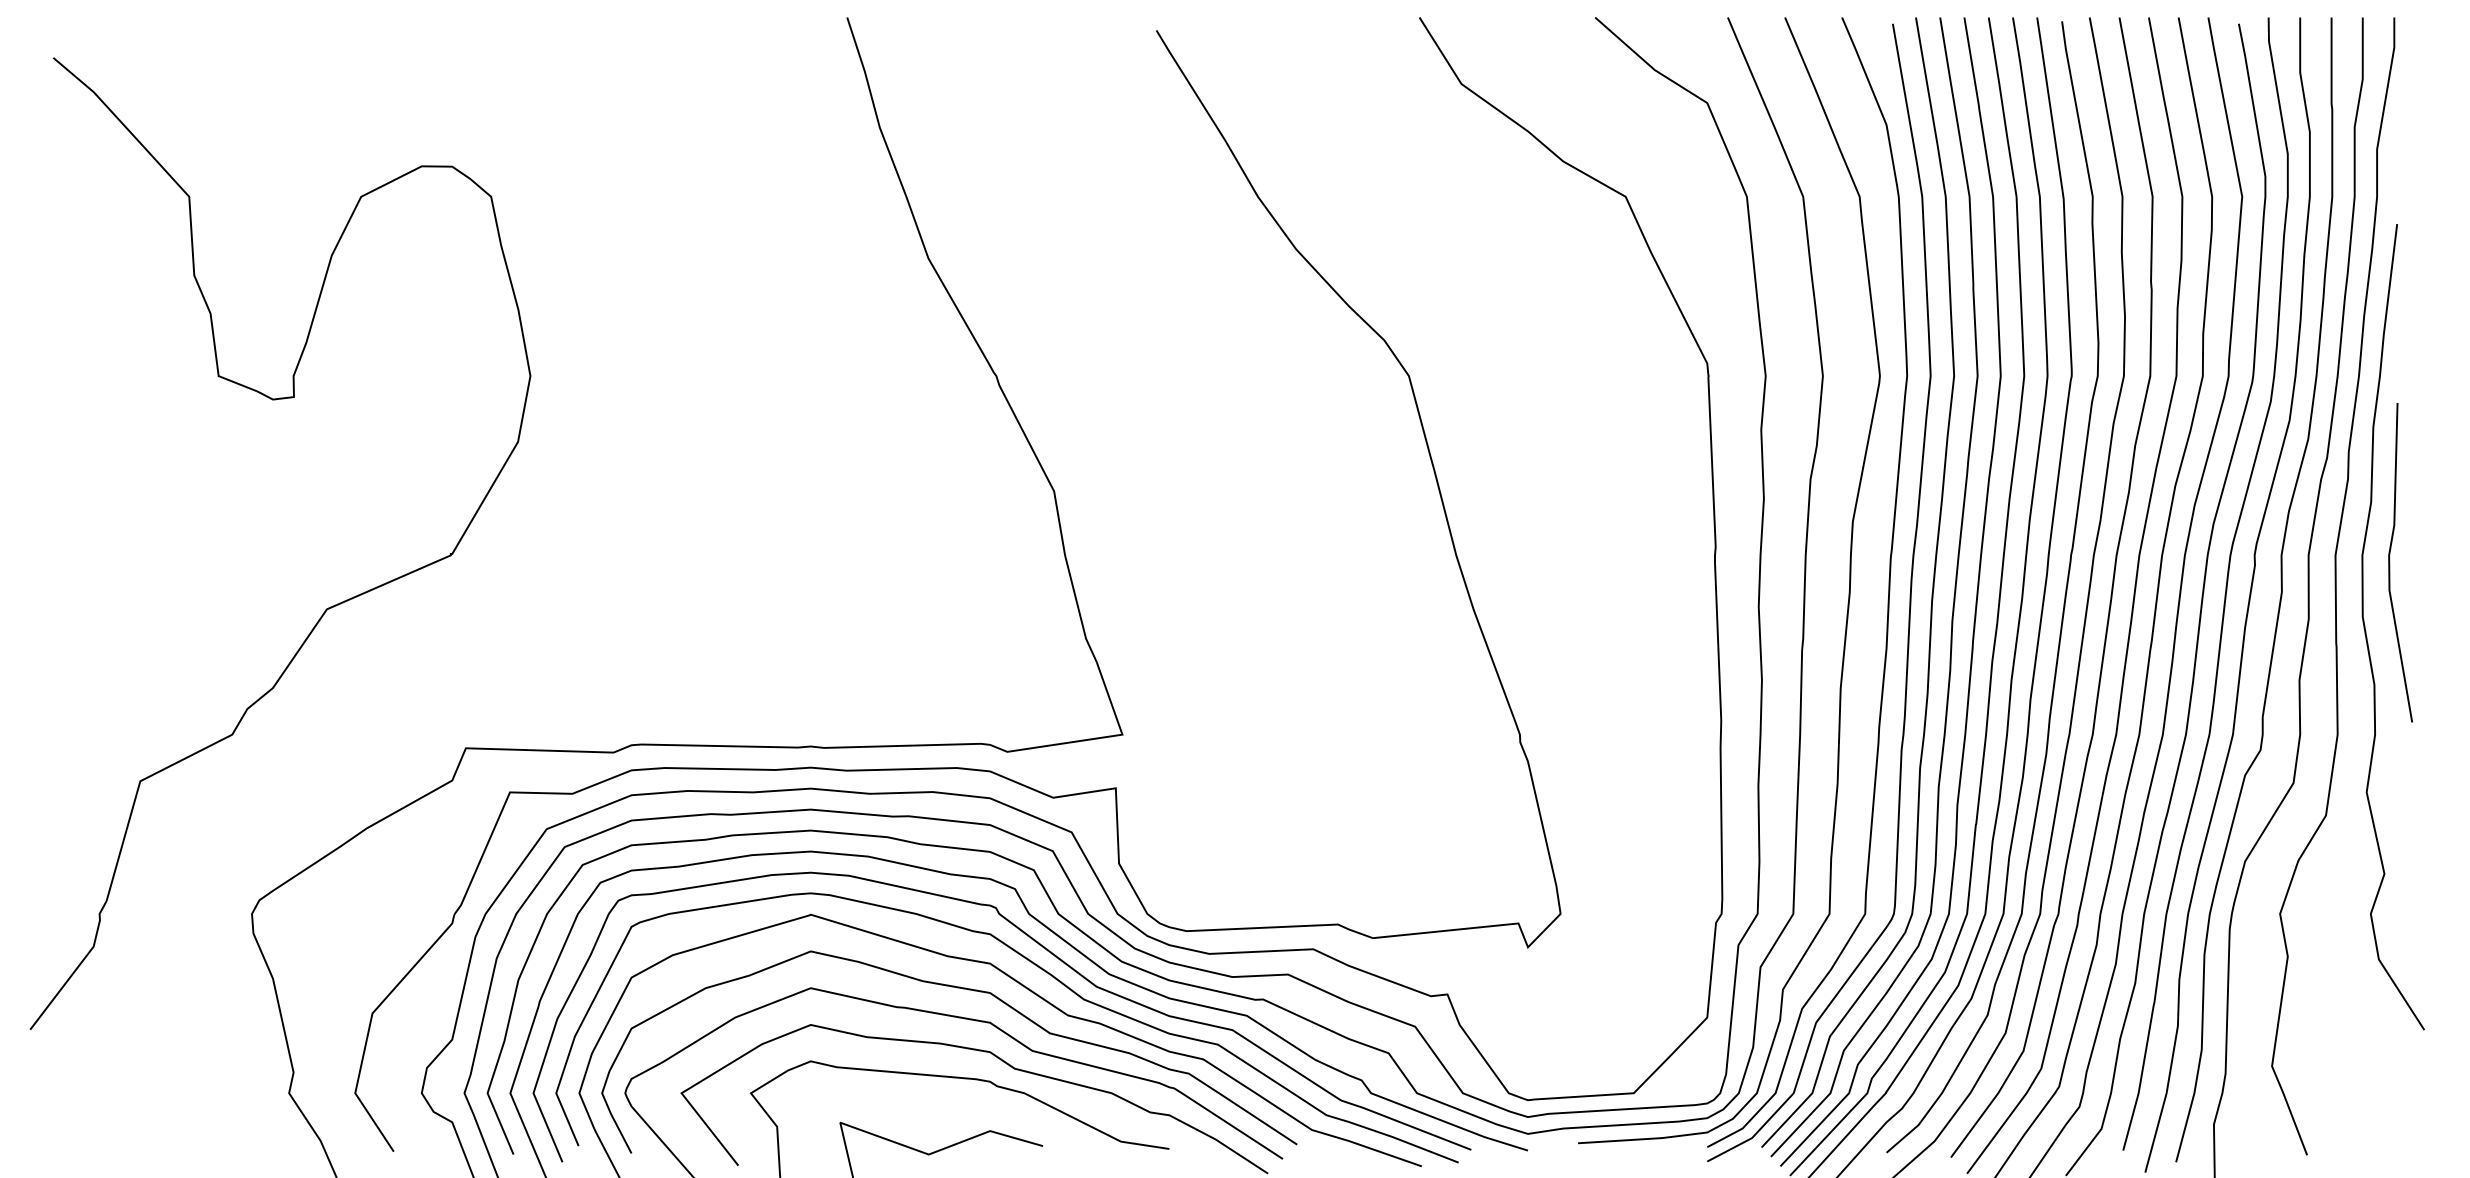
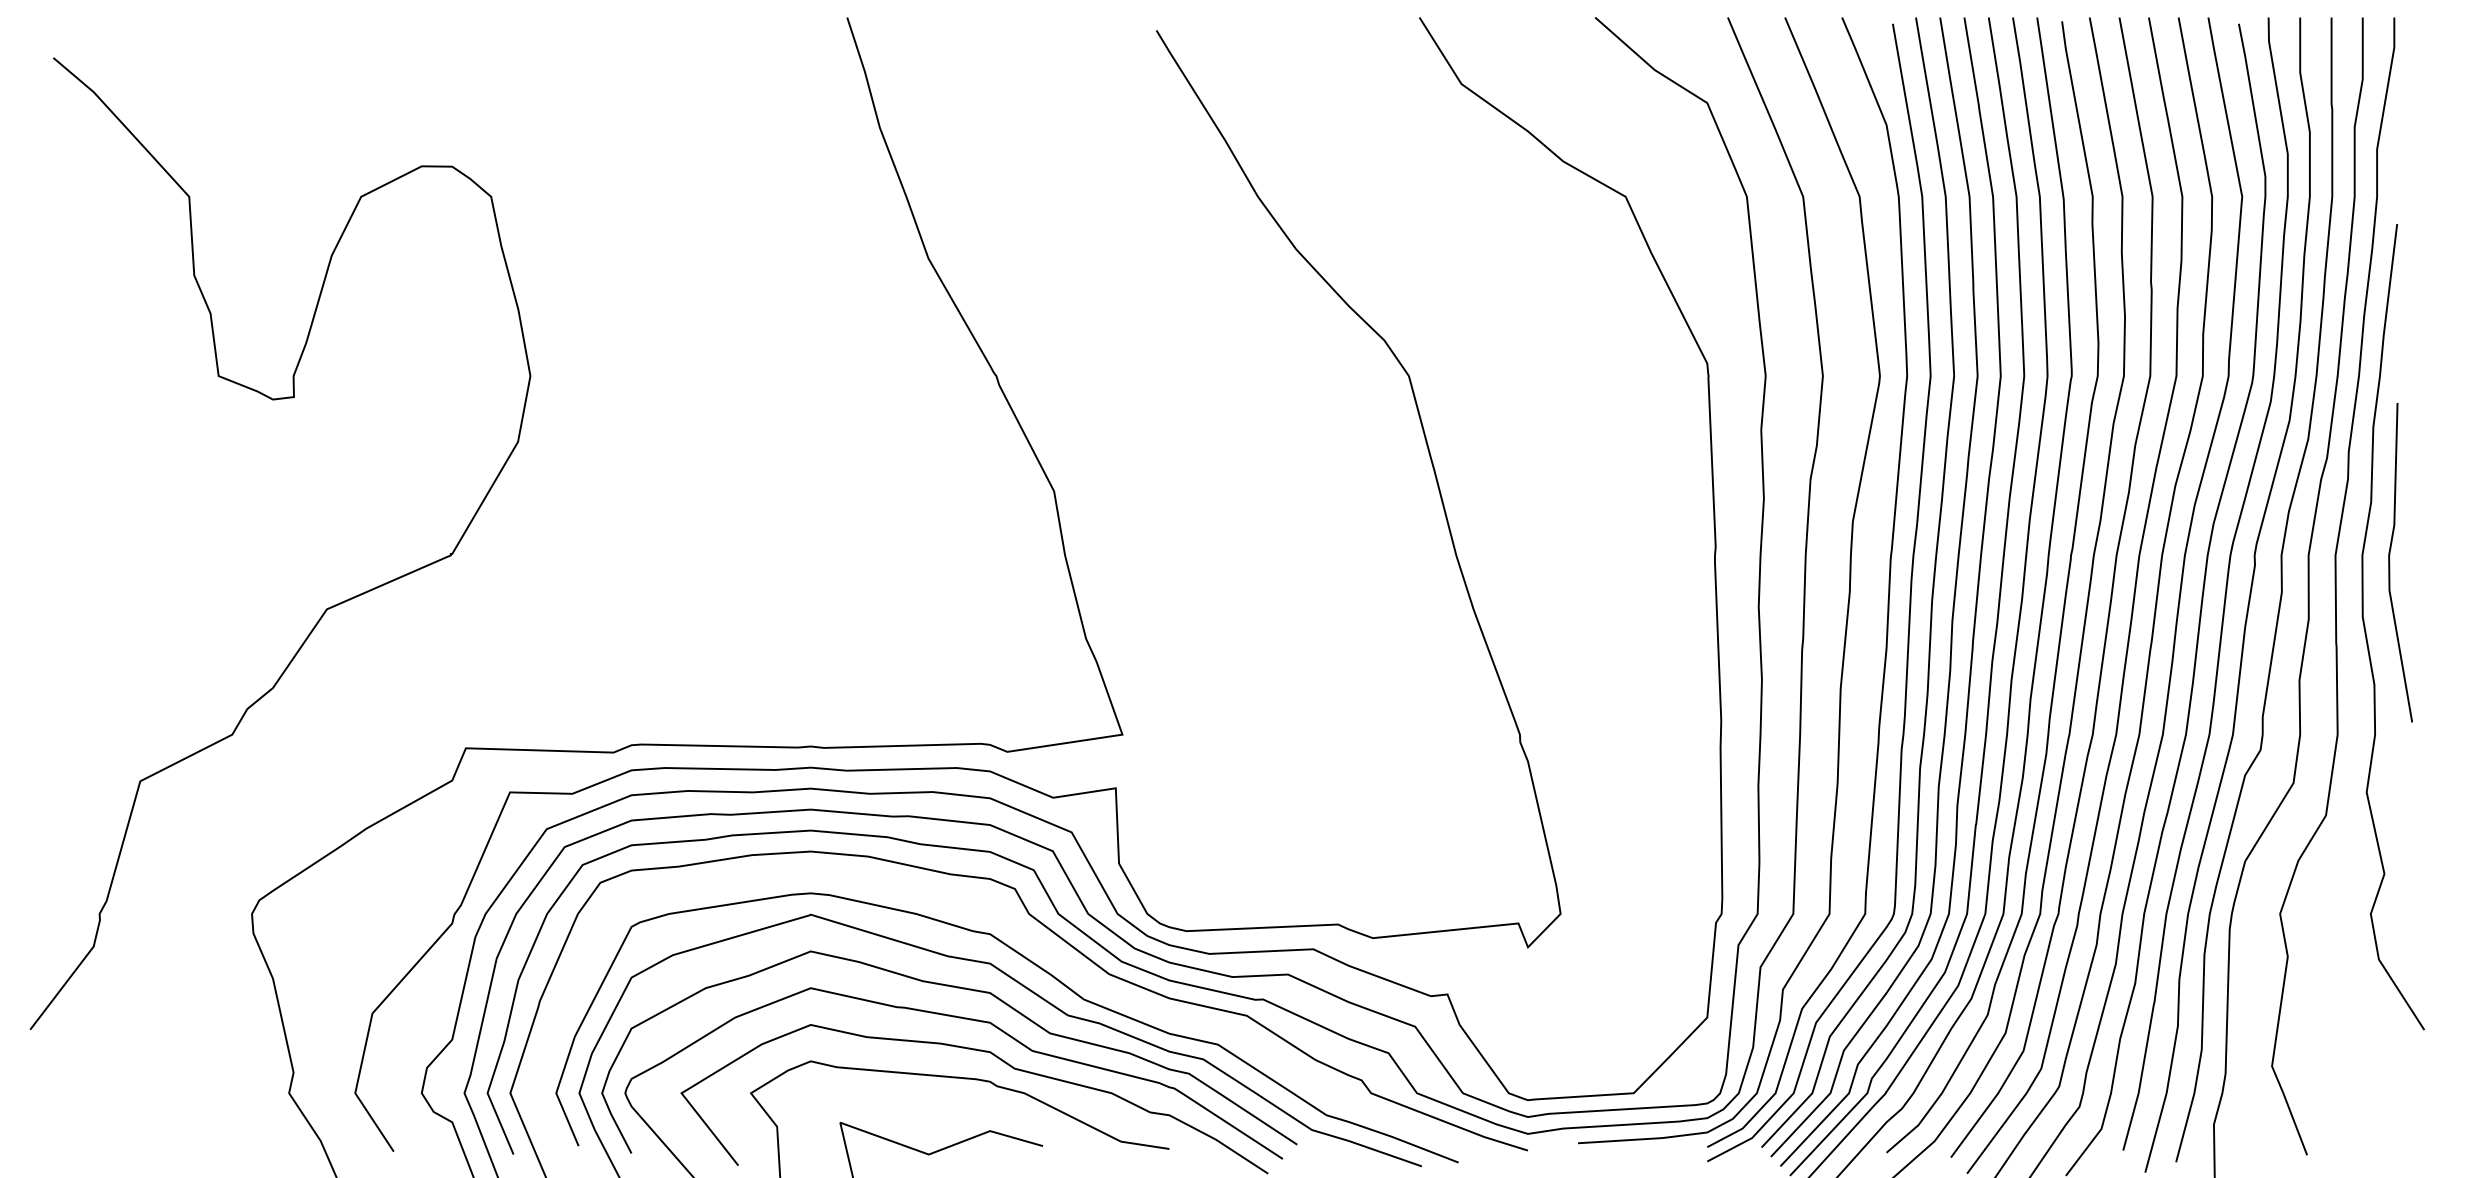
curve at (1047, 951): present -> none
